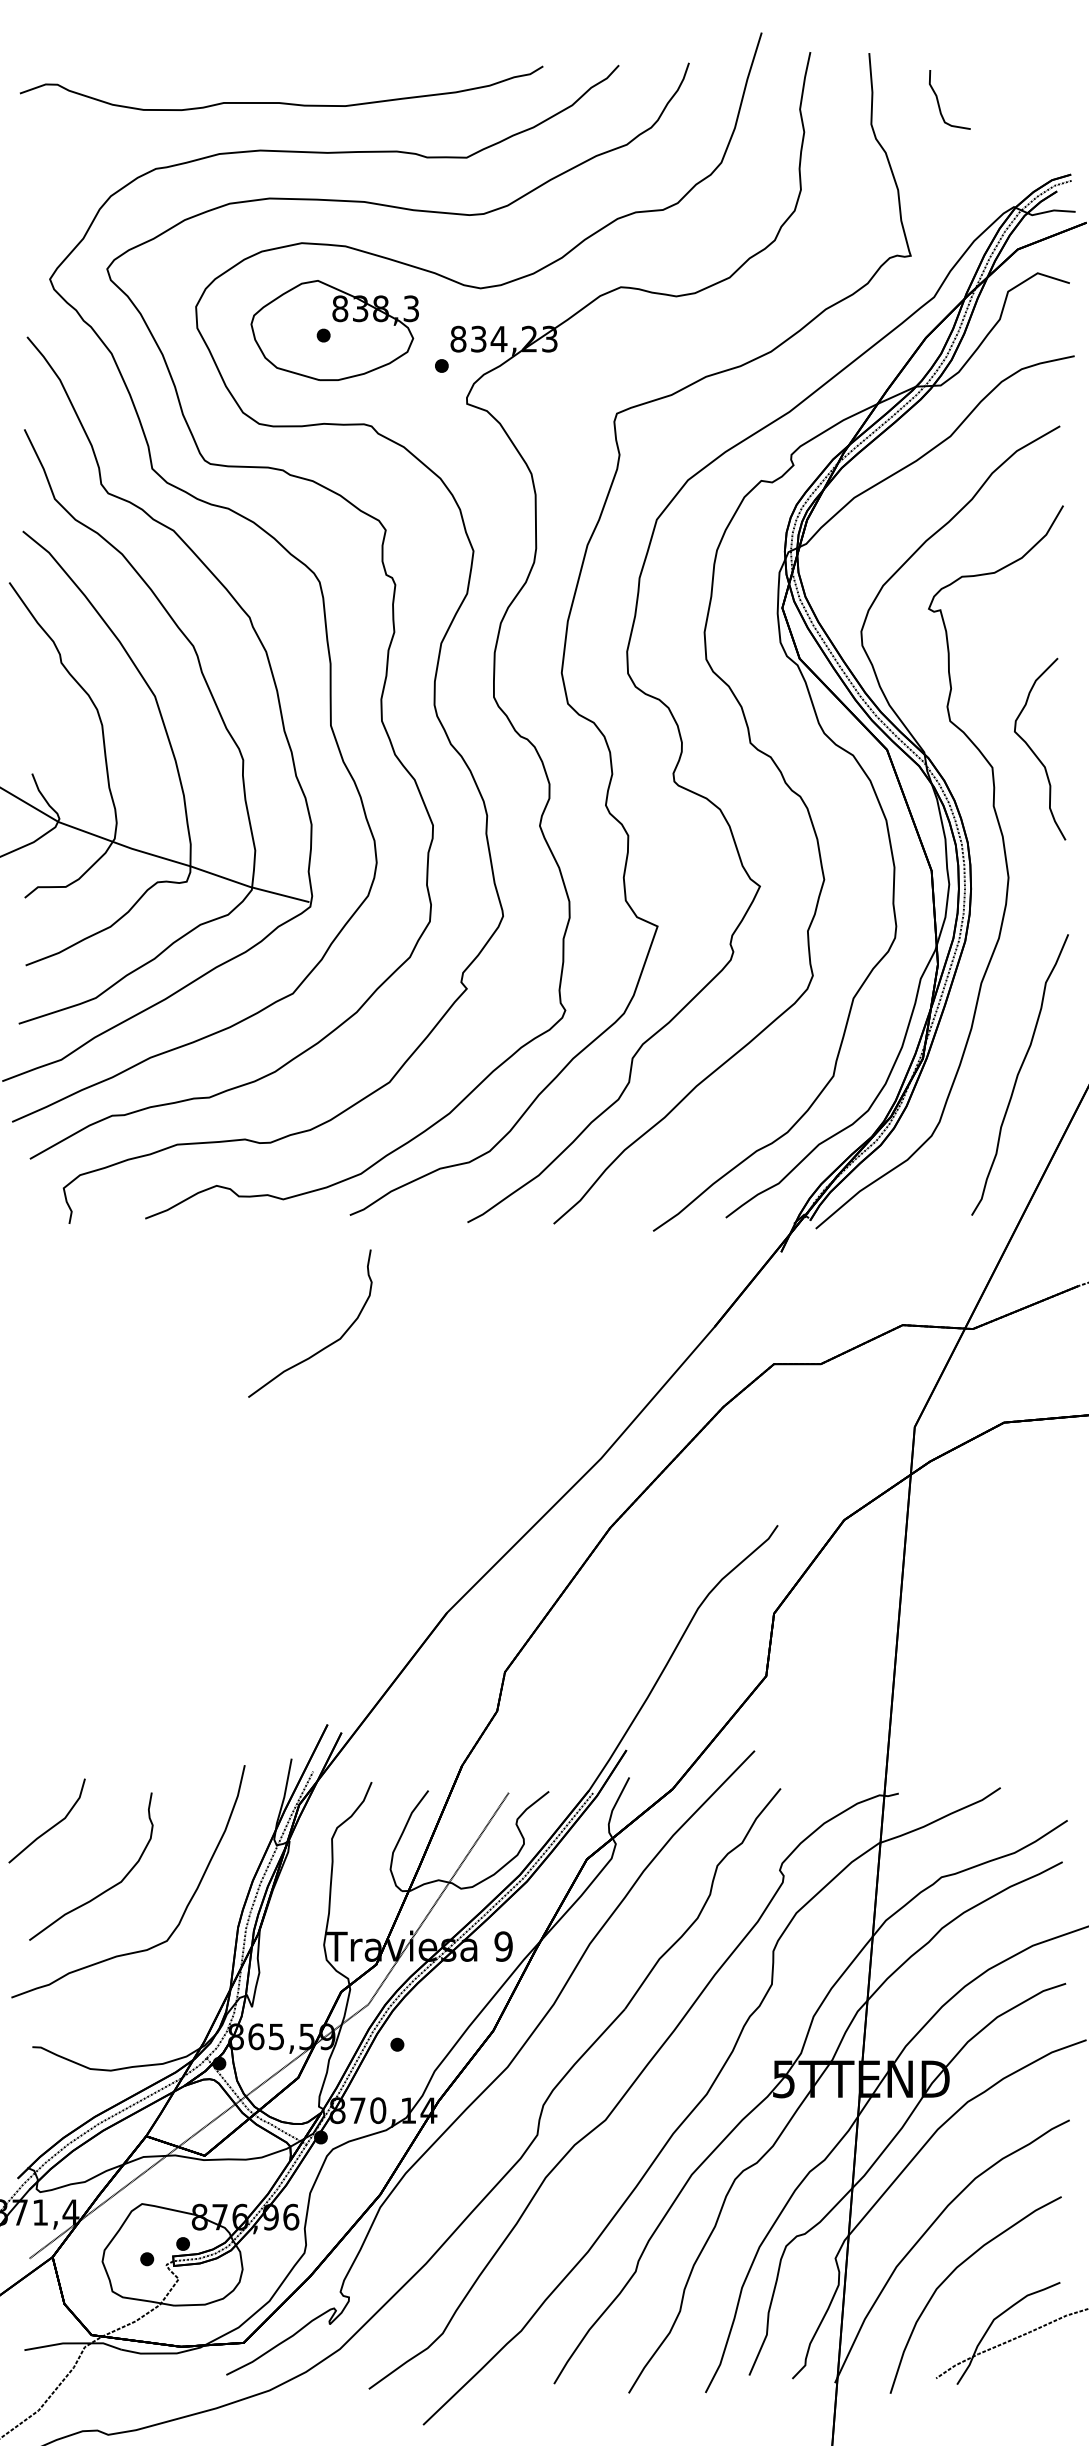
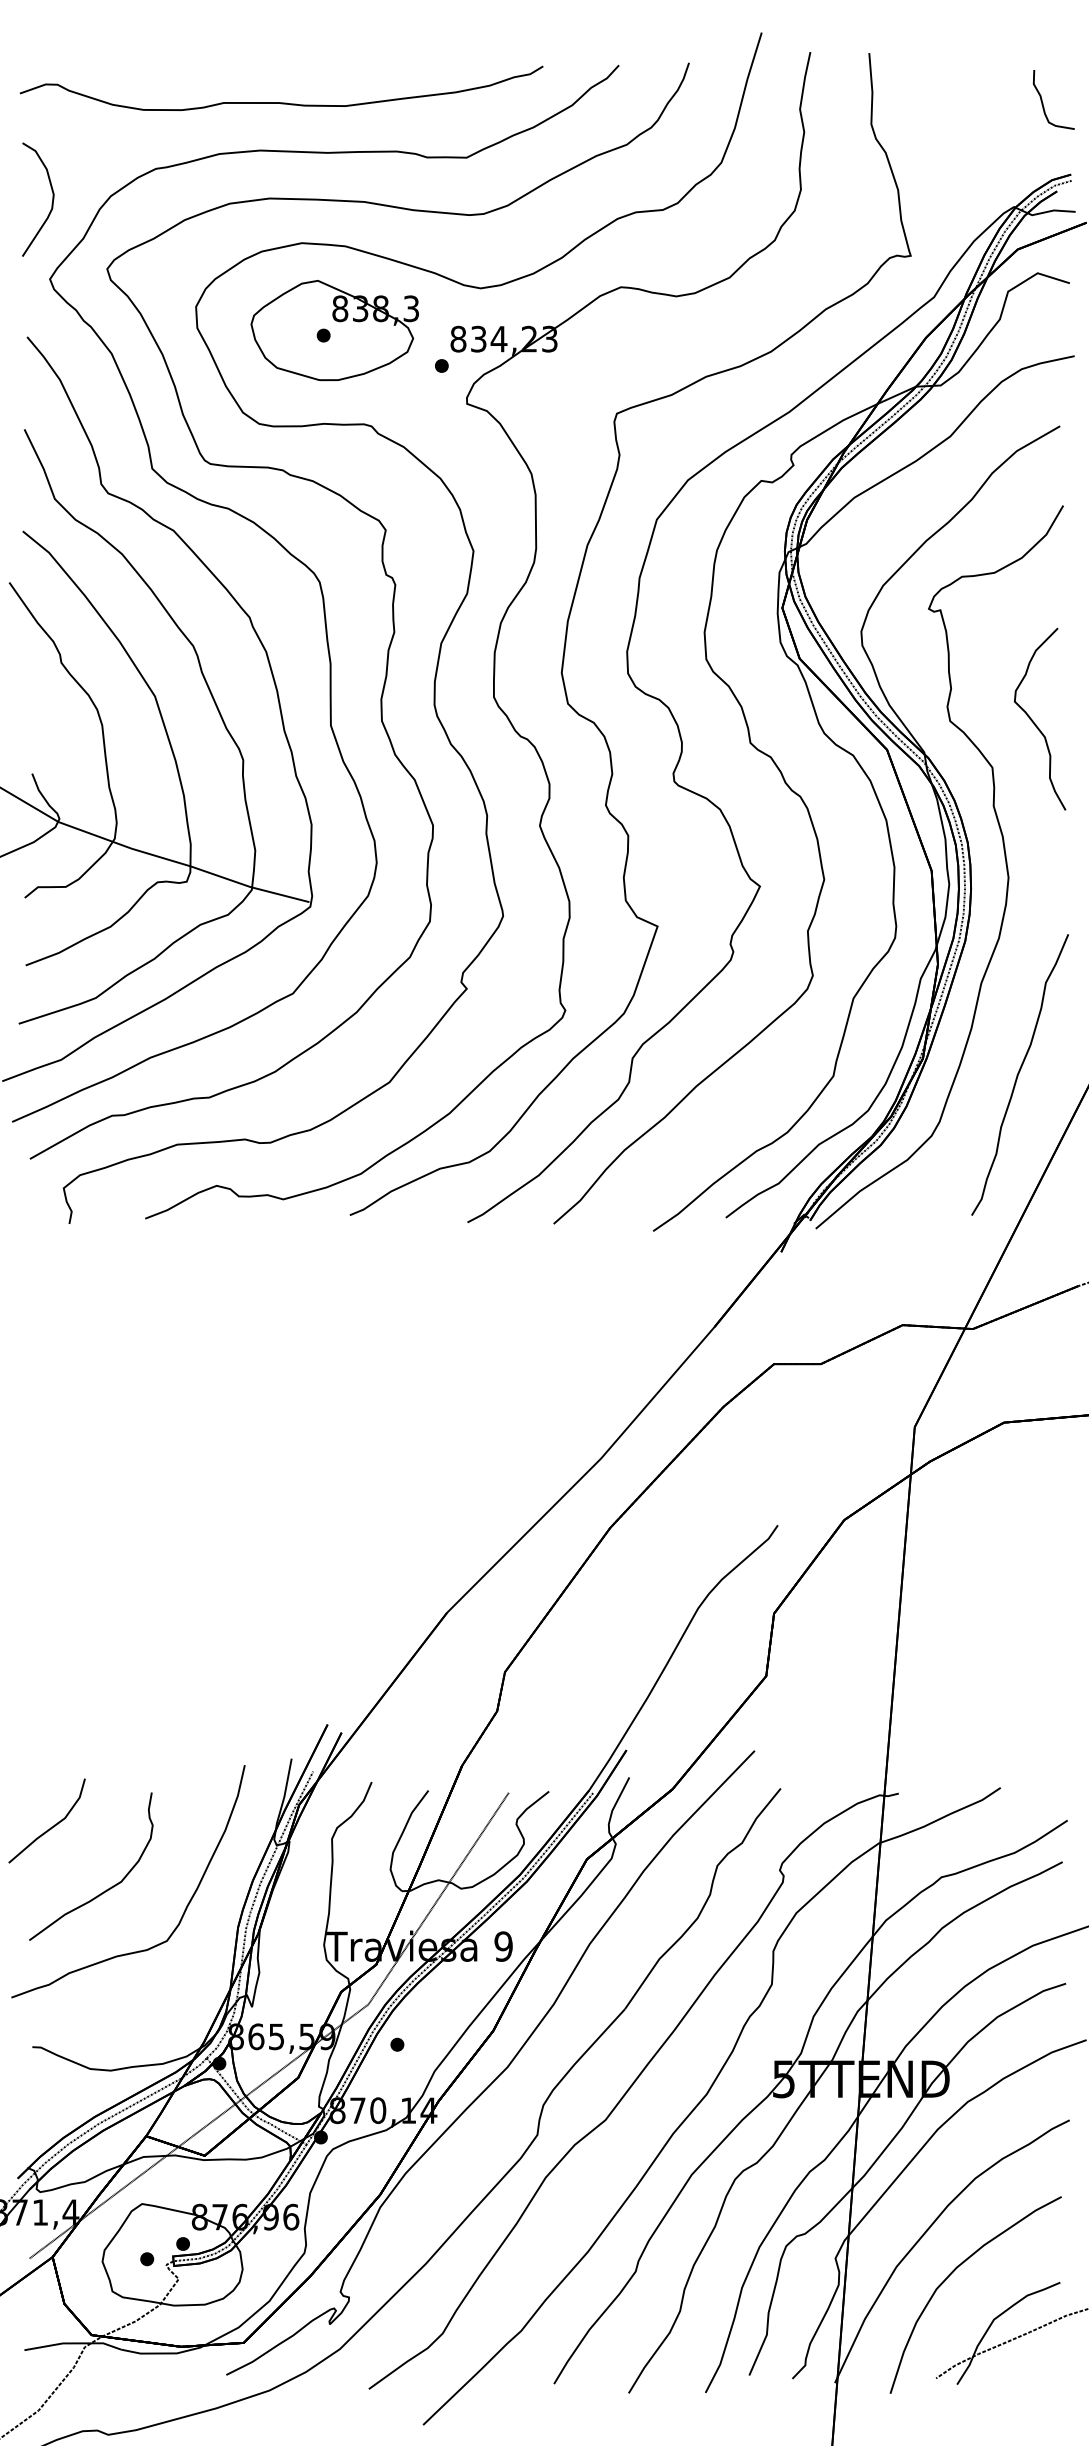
curve at (939, 103) position: (939, 103) -> (1043, 103)
curve at (51, 203): none -> present
curve at (1035, 753) position: (1035, 753) -> (1035, 723)
curve at (325, 1346): present -> none
